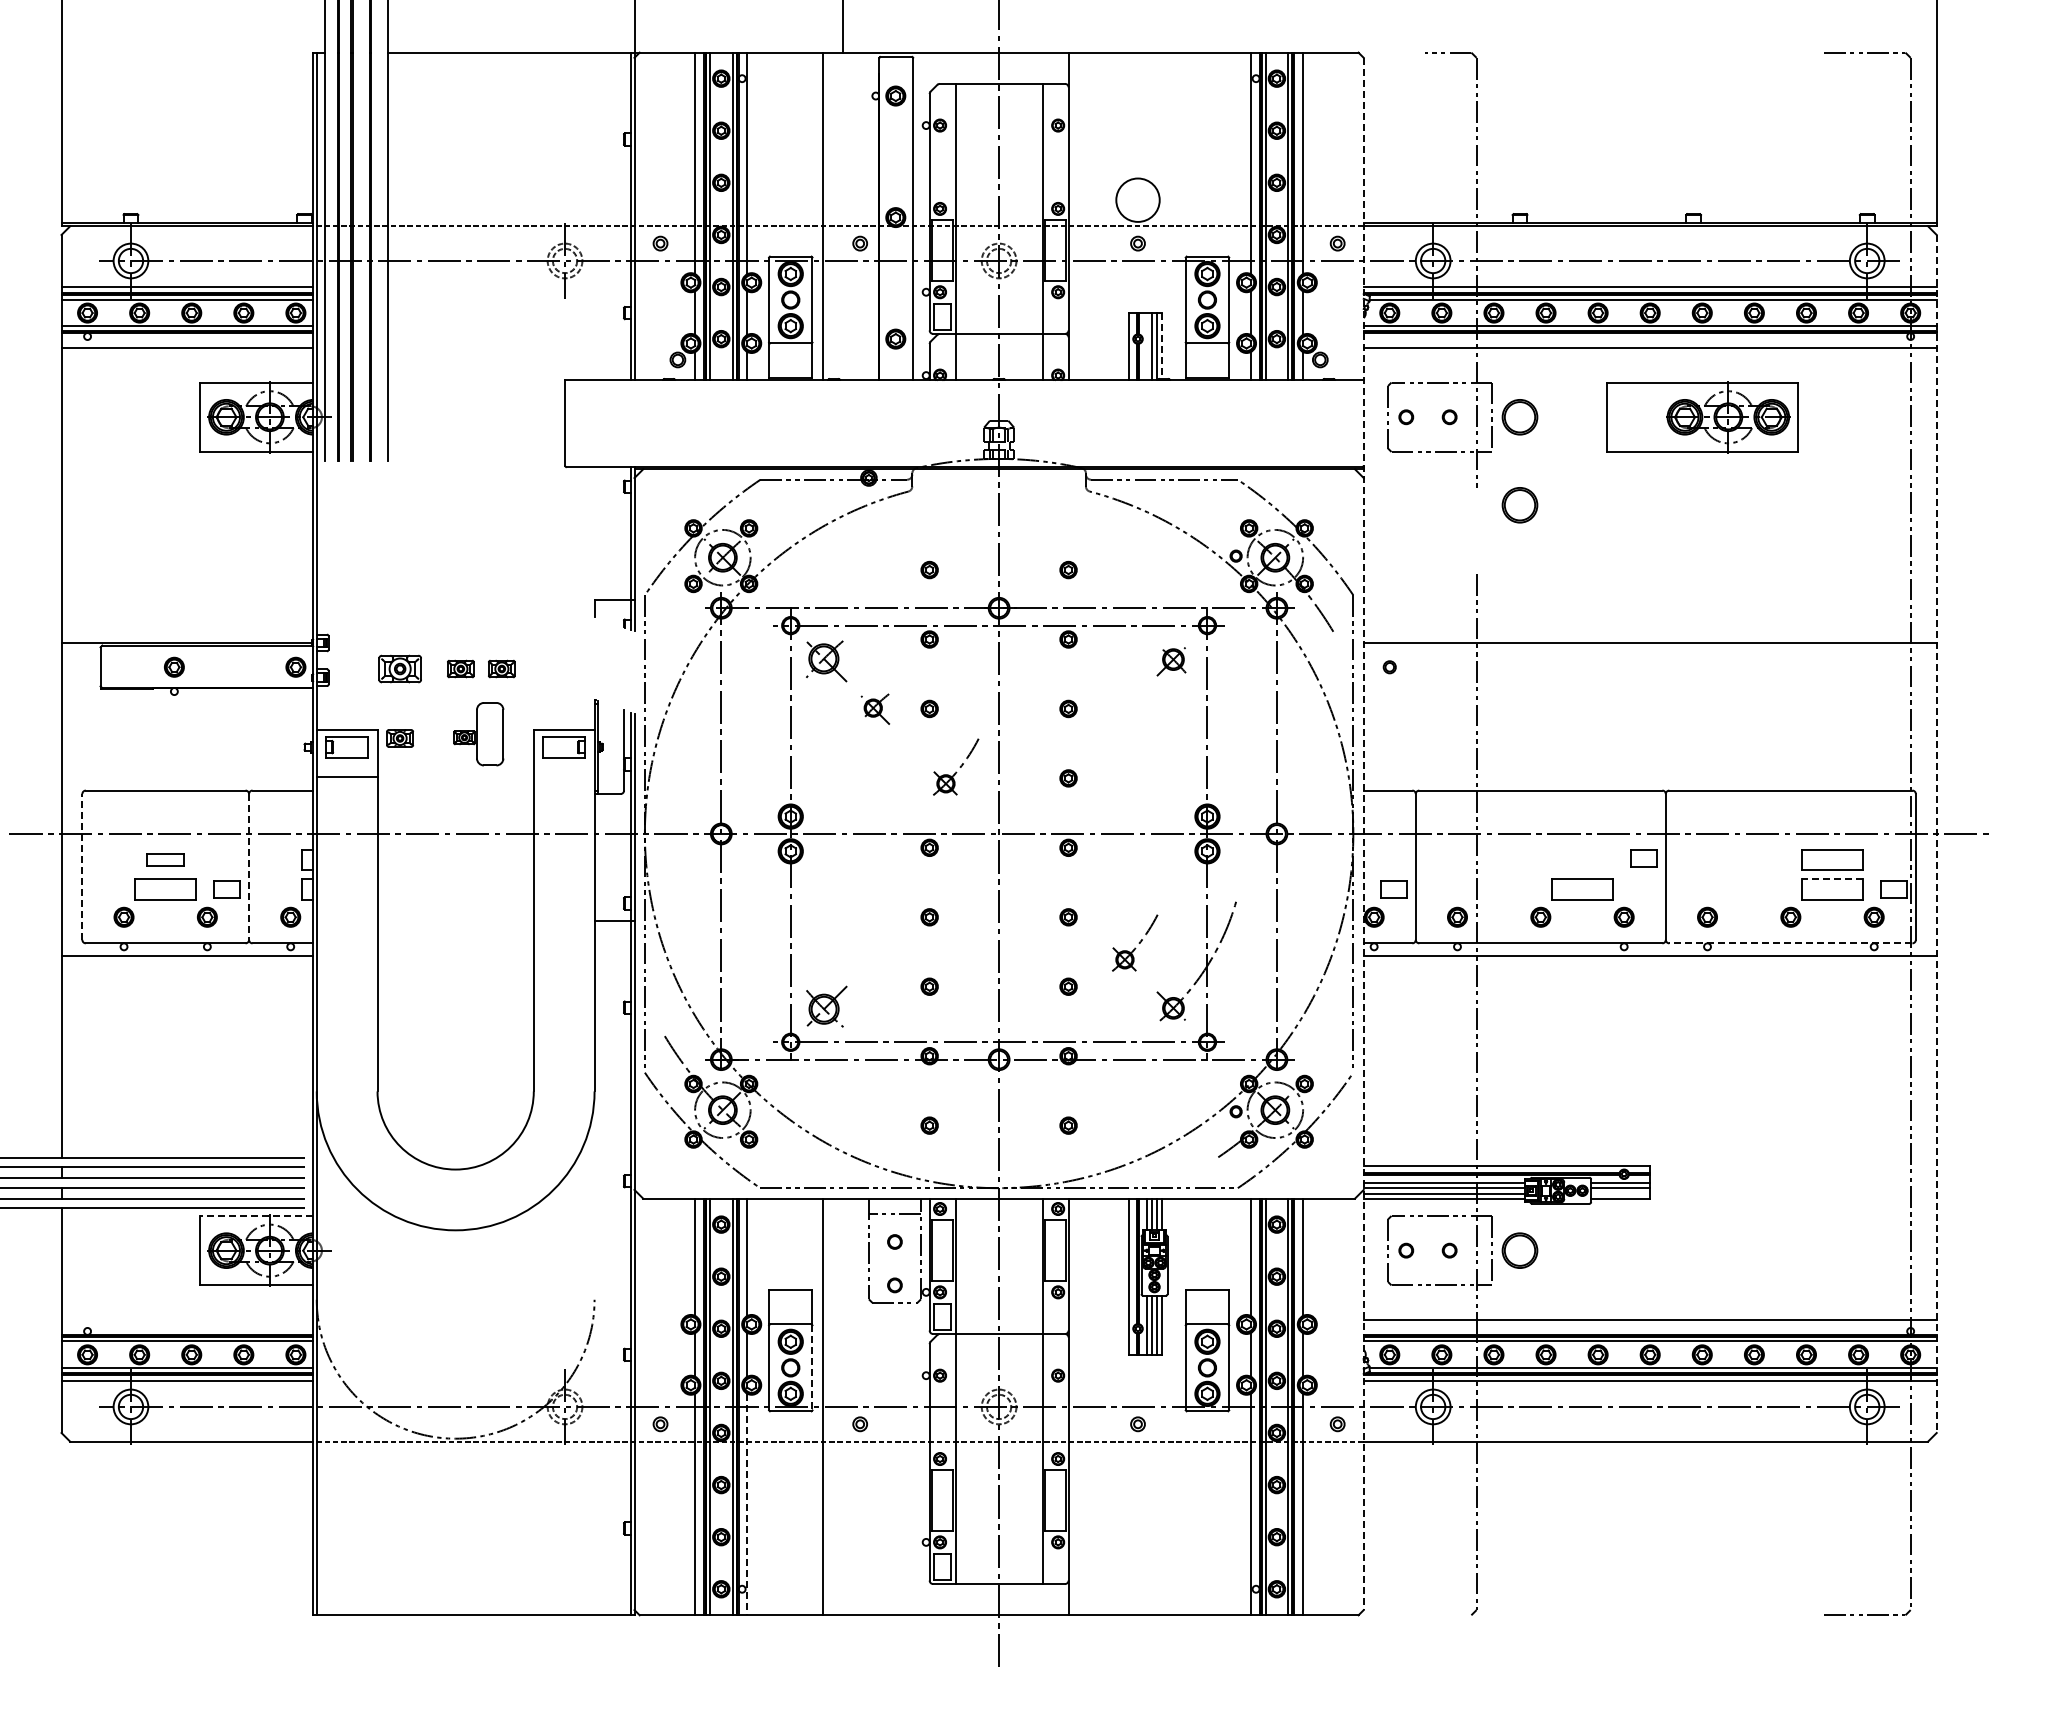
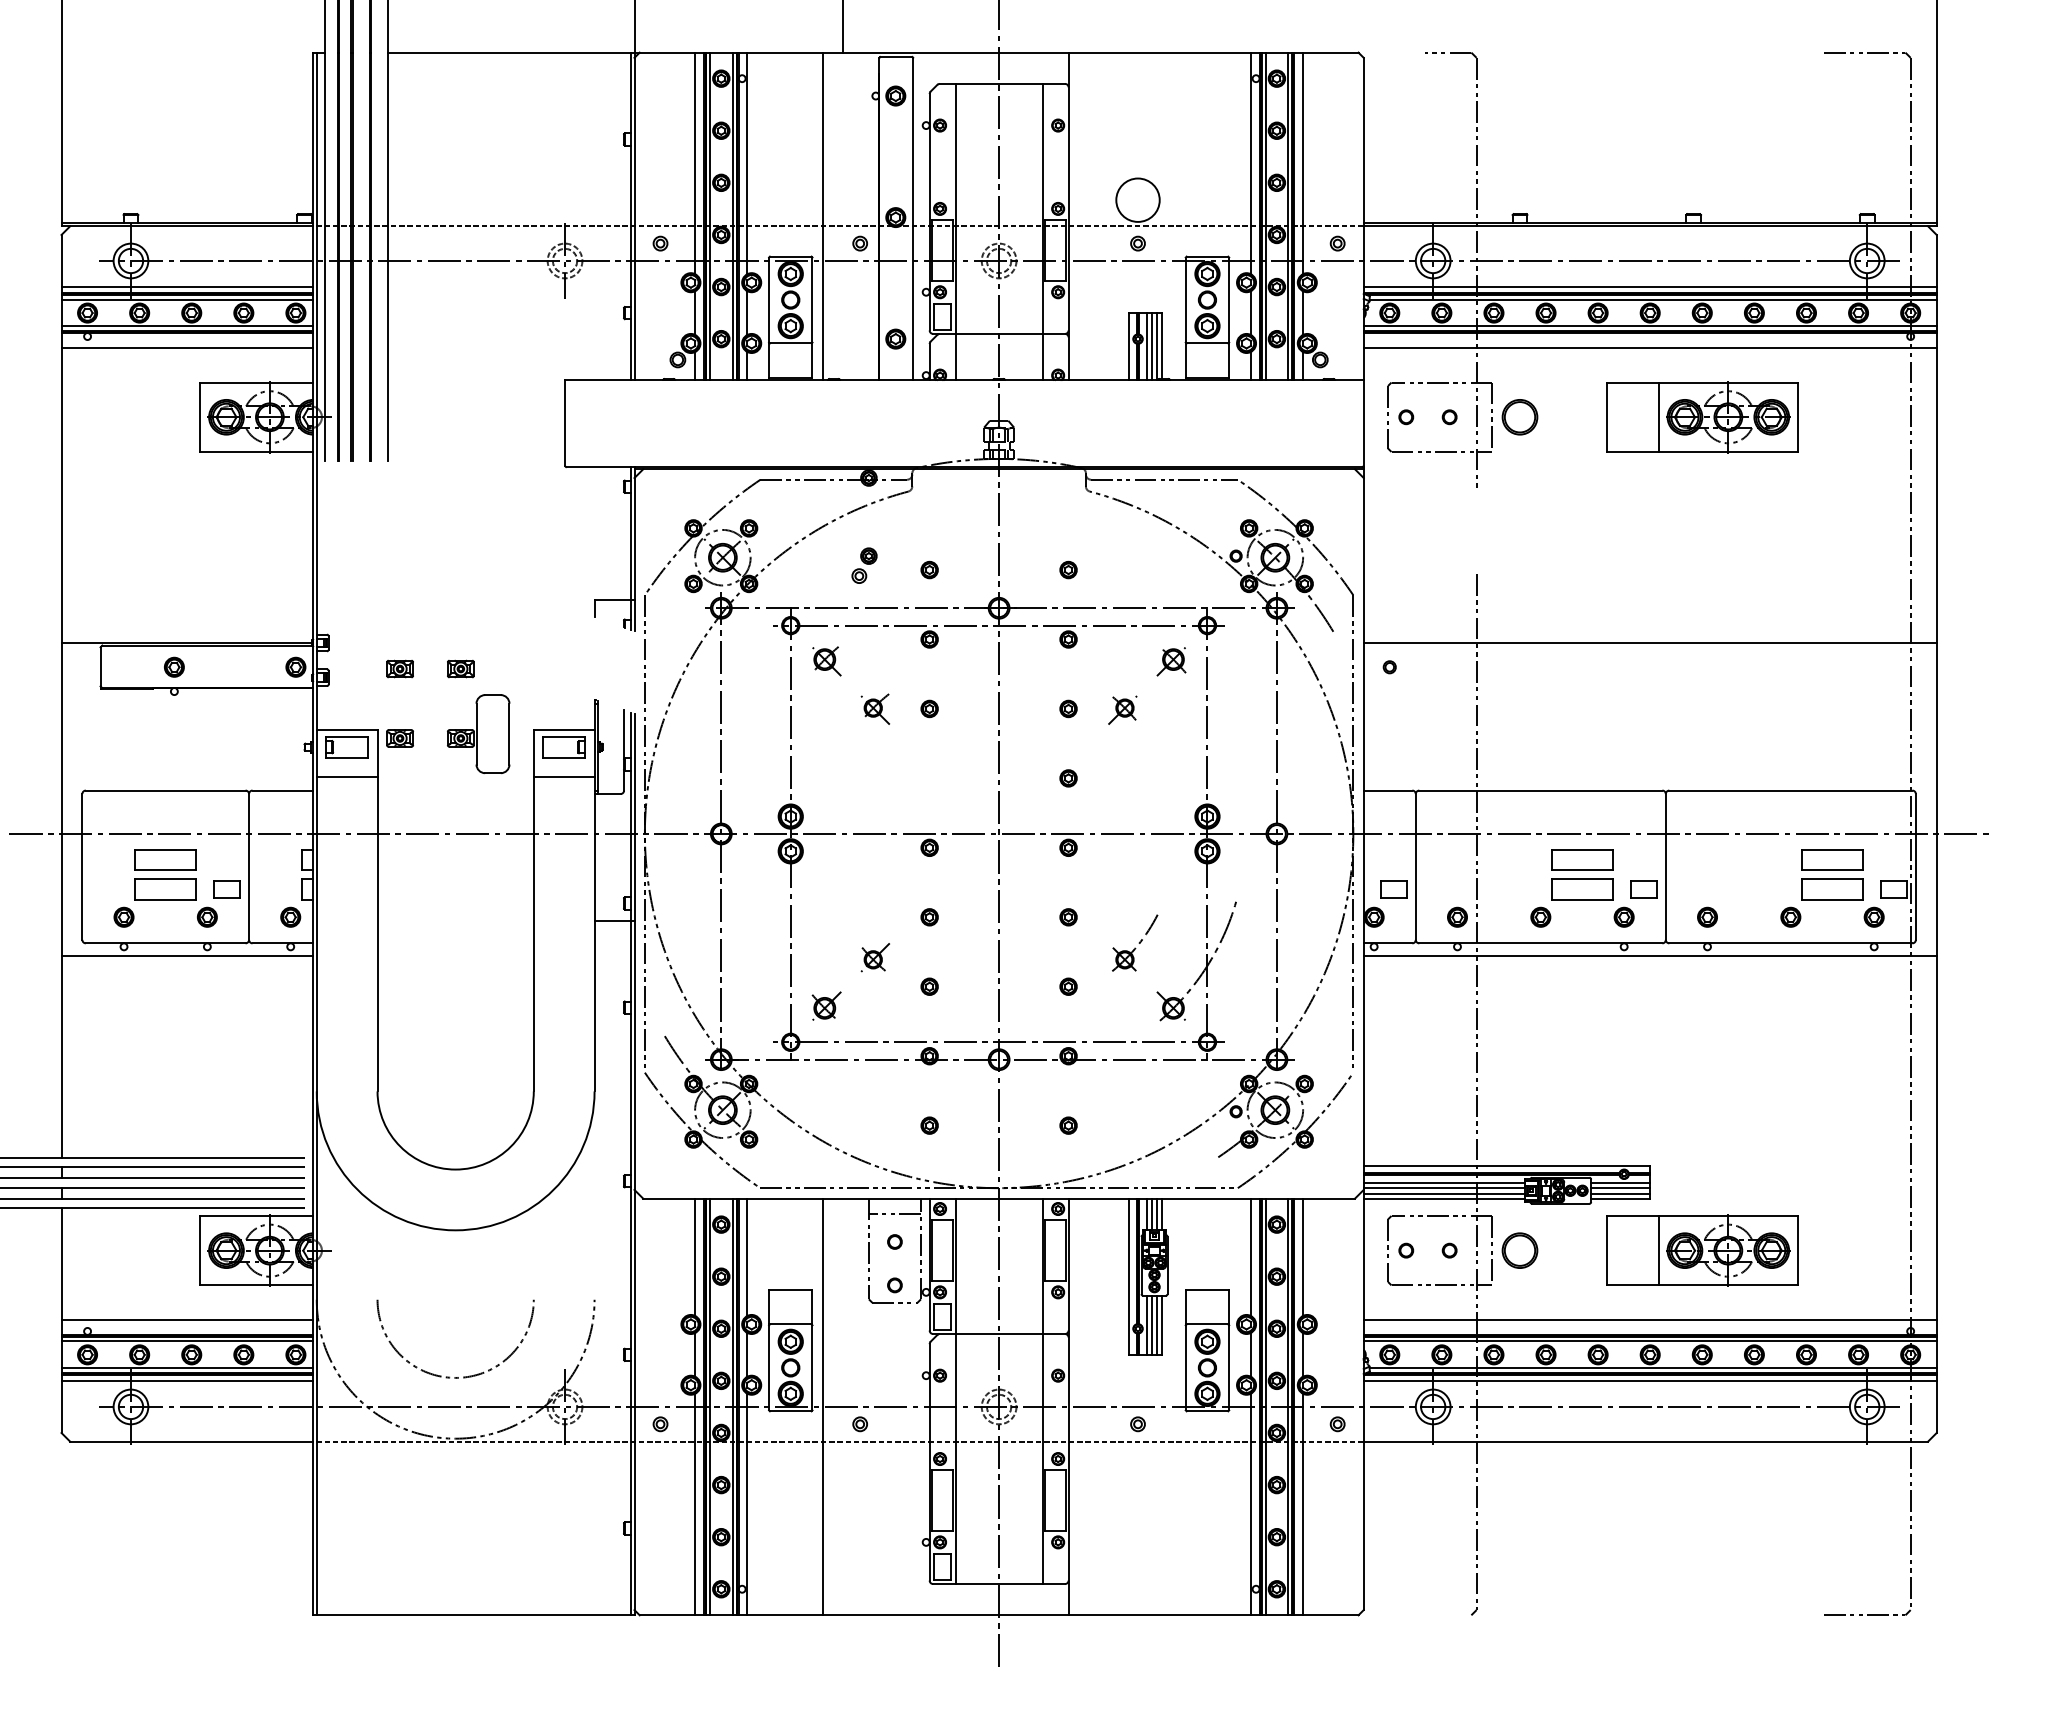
line at (1146, 346): none -> present
line at (1162, 346): dashed -> solid
line at (1658, 417): none -> present
part at (1519, 505): present -> none
part at (864, 565): none -> present
part at (826, 661) size: 42x43 px -> 30x31 px
part at (399, 668) size: 44x30 px -> 28x20 px
part at (501, 668): present -> none
part at (1122, 709): none -> present
part at (478, 734) size: 52x65 px -> 64x81 px
part at (956, 766): present -> none
line at (563, 776): none -> present
line at (1363, 834): dashed -> solid
line at (1936, 834): dashed -> solid
part at (1643, 858) position: (1643, 858) -> (1643, 889)
part at (165, 859) size: 39x14 px -> 63x22 px
part at (1582, 859): none -> present
line at (82, 866): dashed -> solid
line at (249, 866): dashed -> solid
line at (1832, 879): dashed -> solid
line at (1790, 943): dashed -> solid
part at (874, 957): none -> present
part at (826, 1006) size: 42x43 px -> 31x30 px
line at (1620, 1193): none -> present
line at (256, 1215): dashed -> solid
part at (1702, 1250): none -> present
line at (187, 1320): none -> present
line at (812, 1367): dashed -> solid
arc at (449, 1376): none -> present
line at (747, 1504): dashed -> solid
